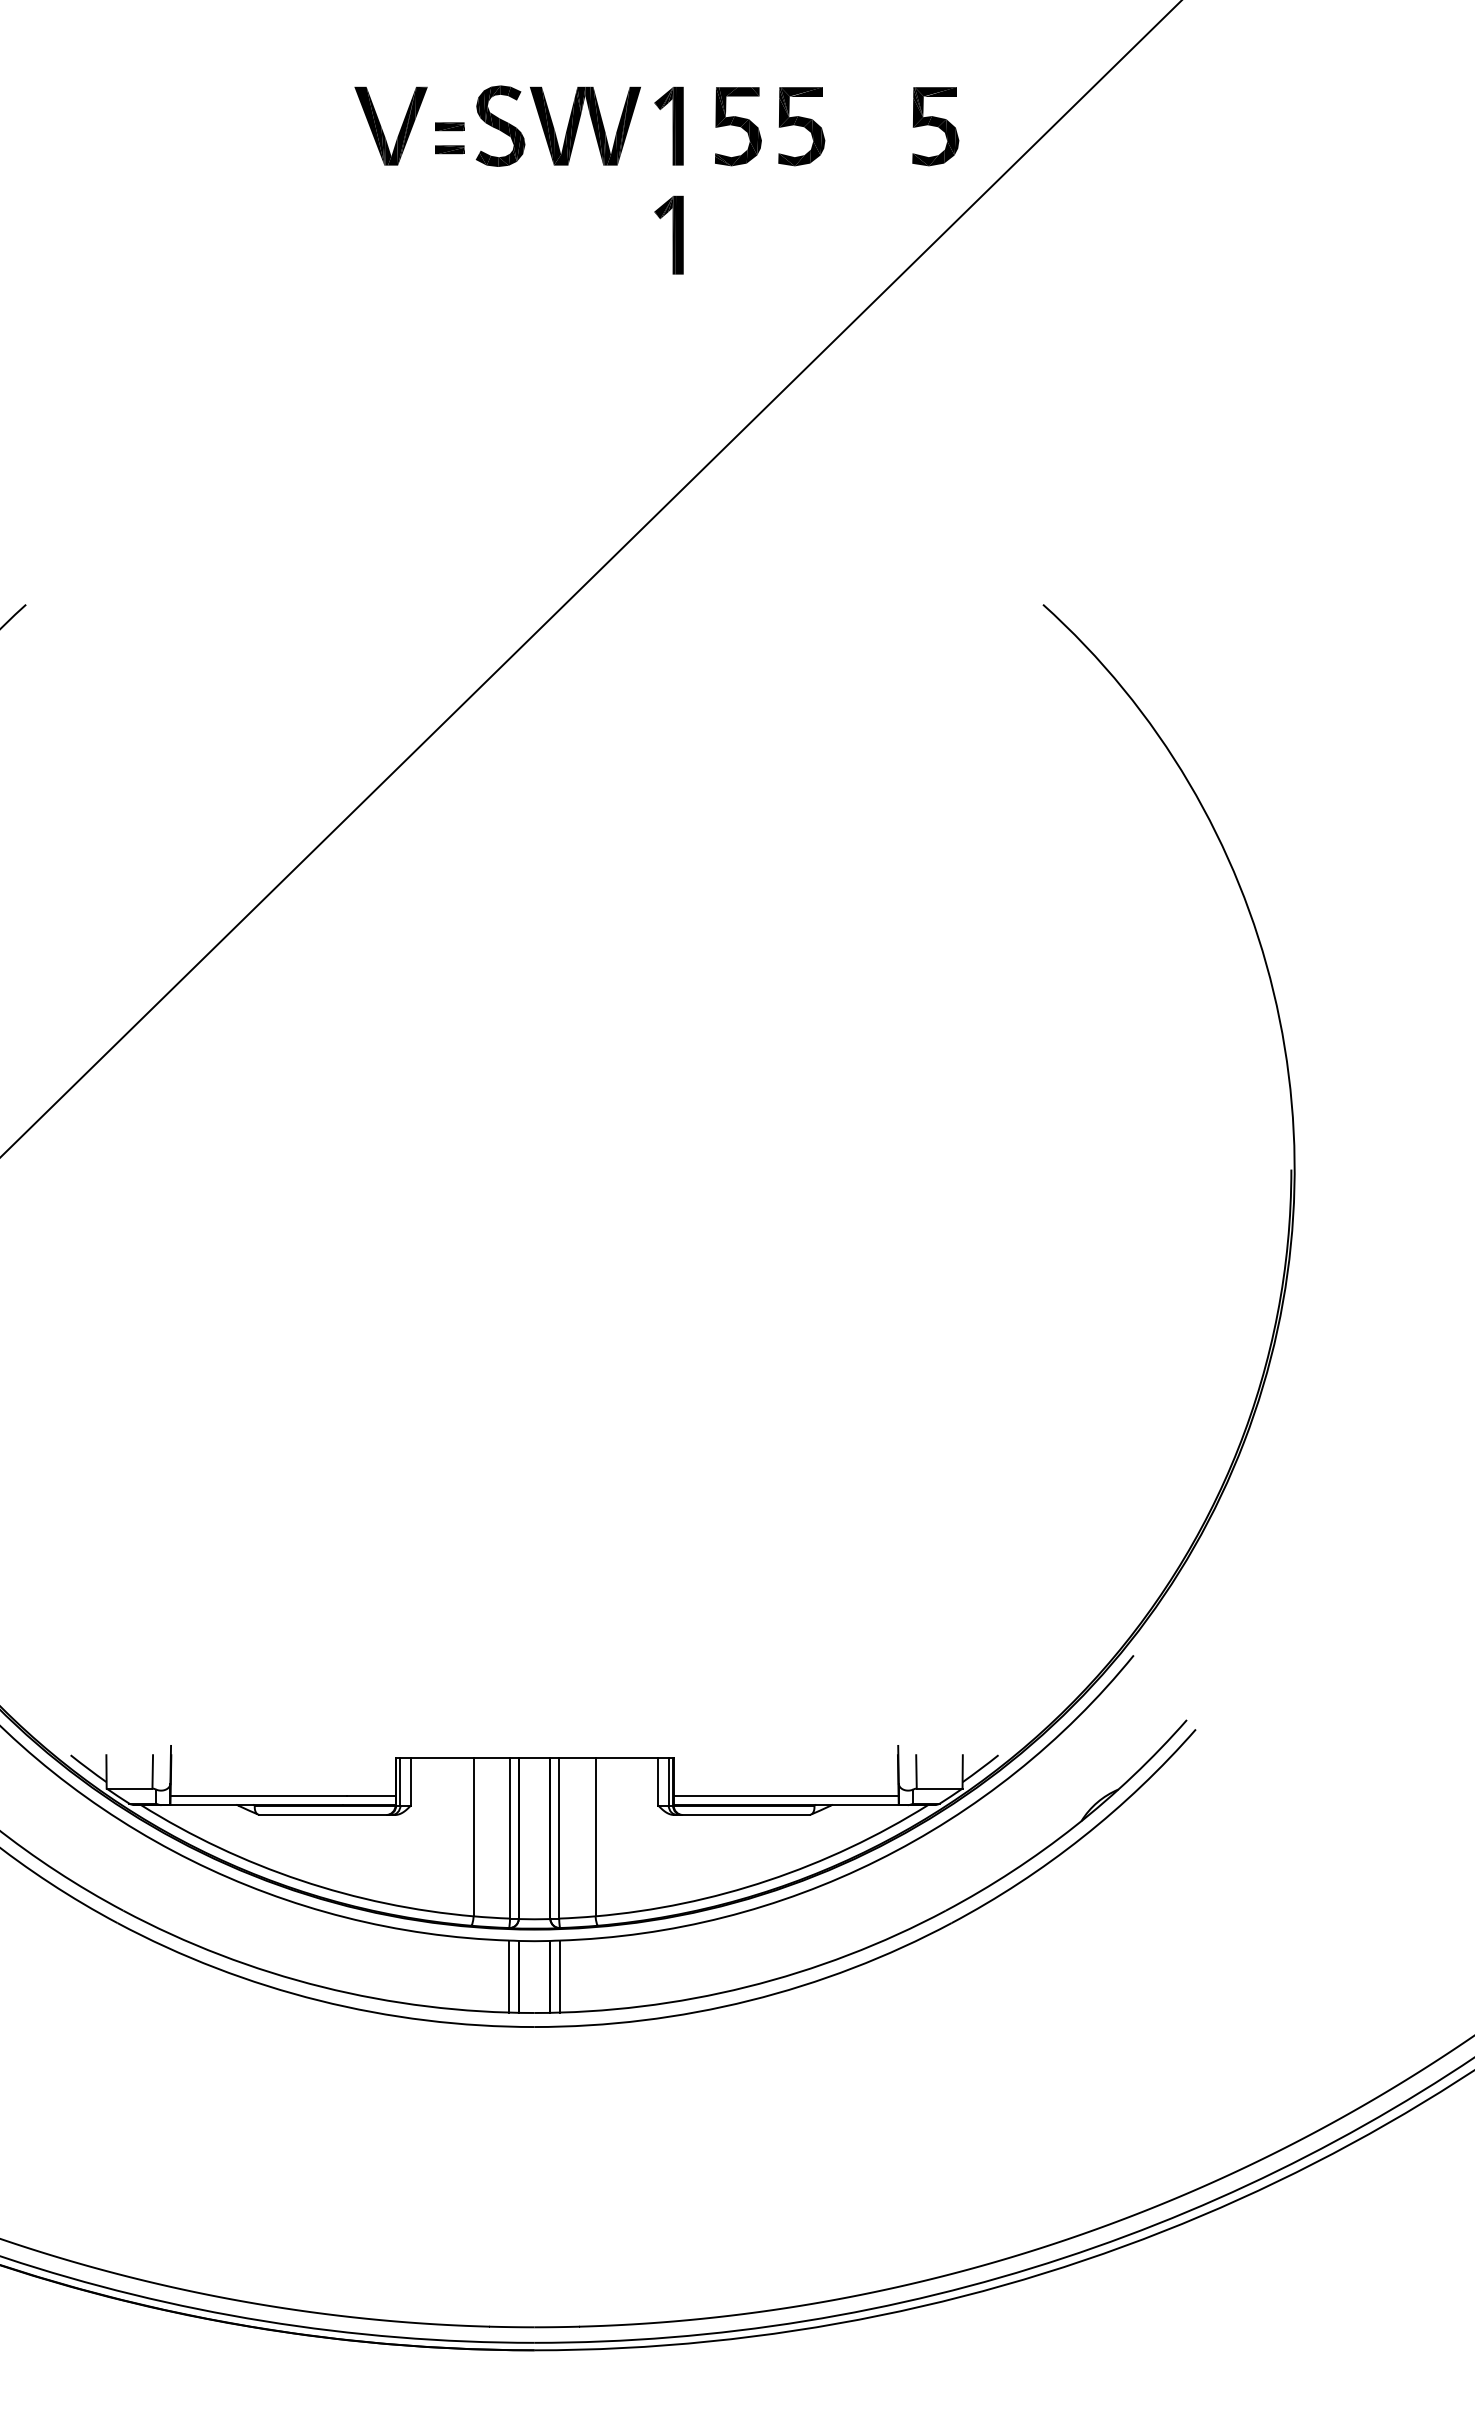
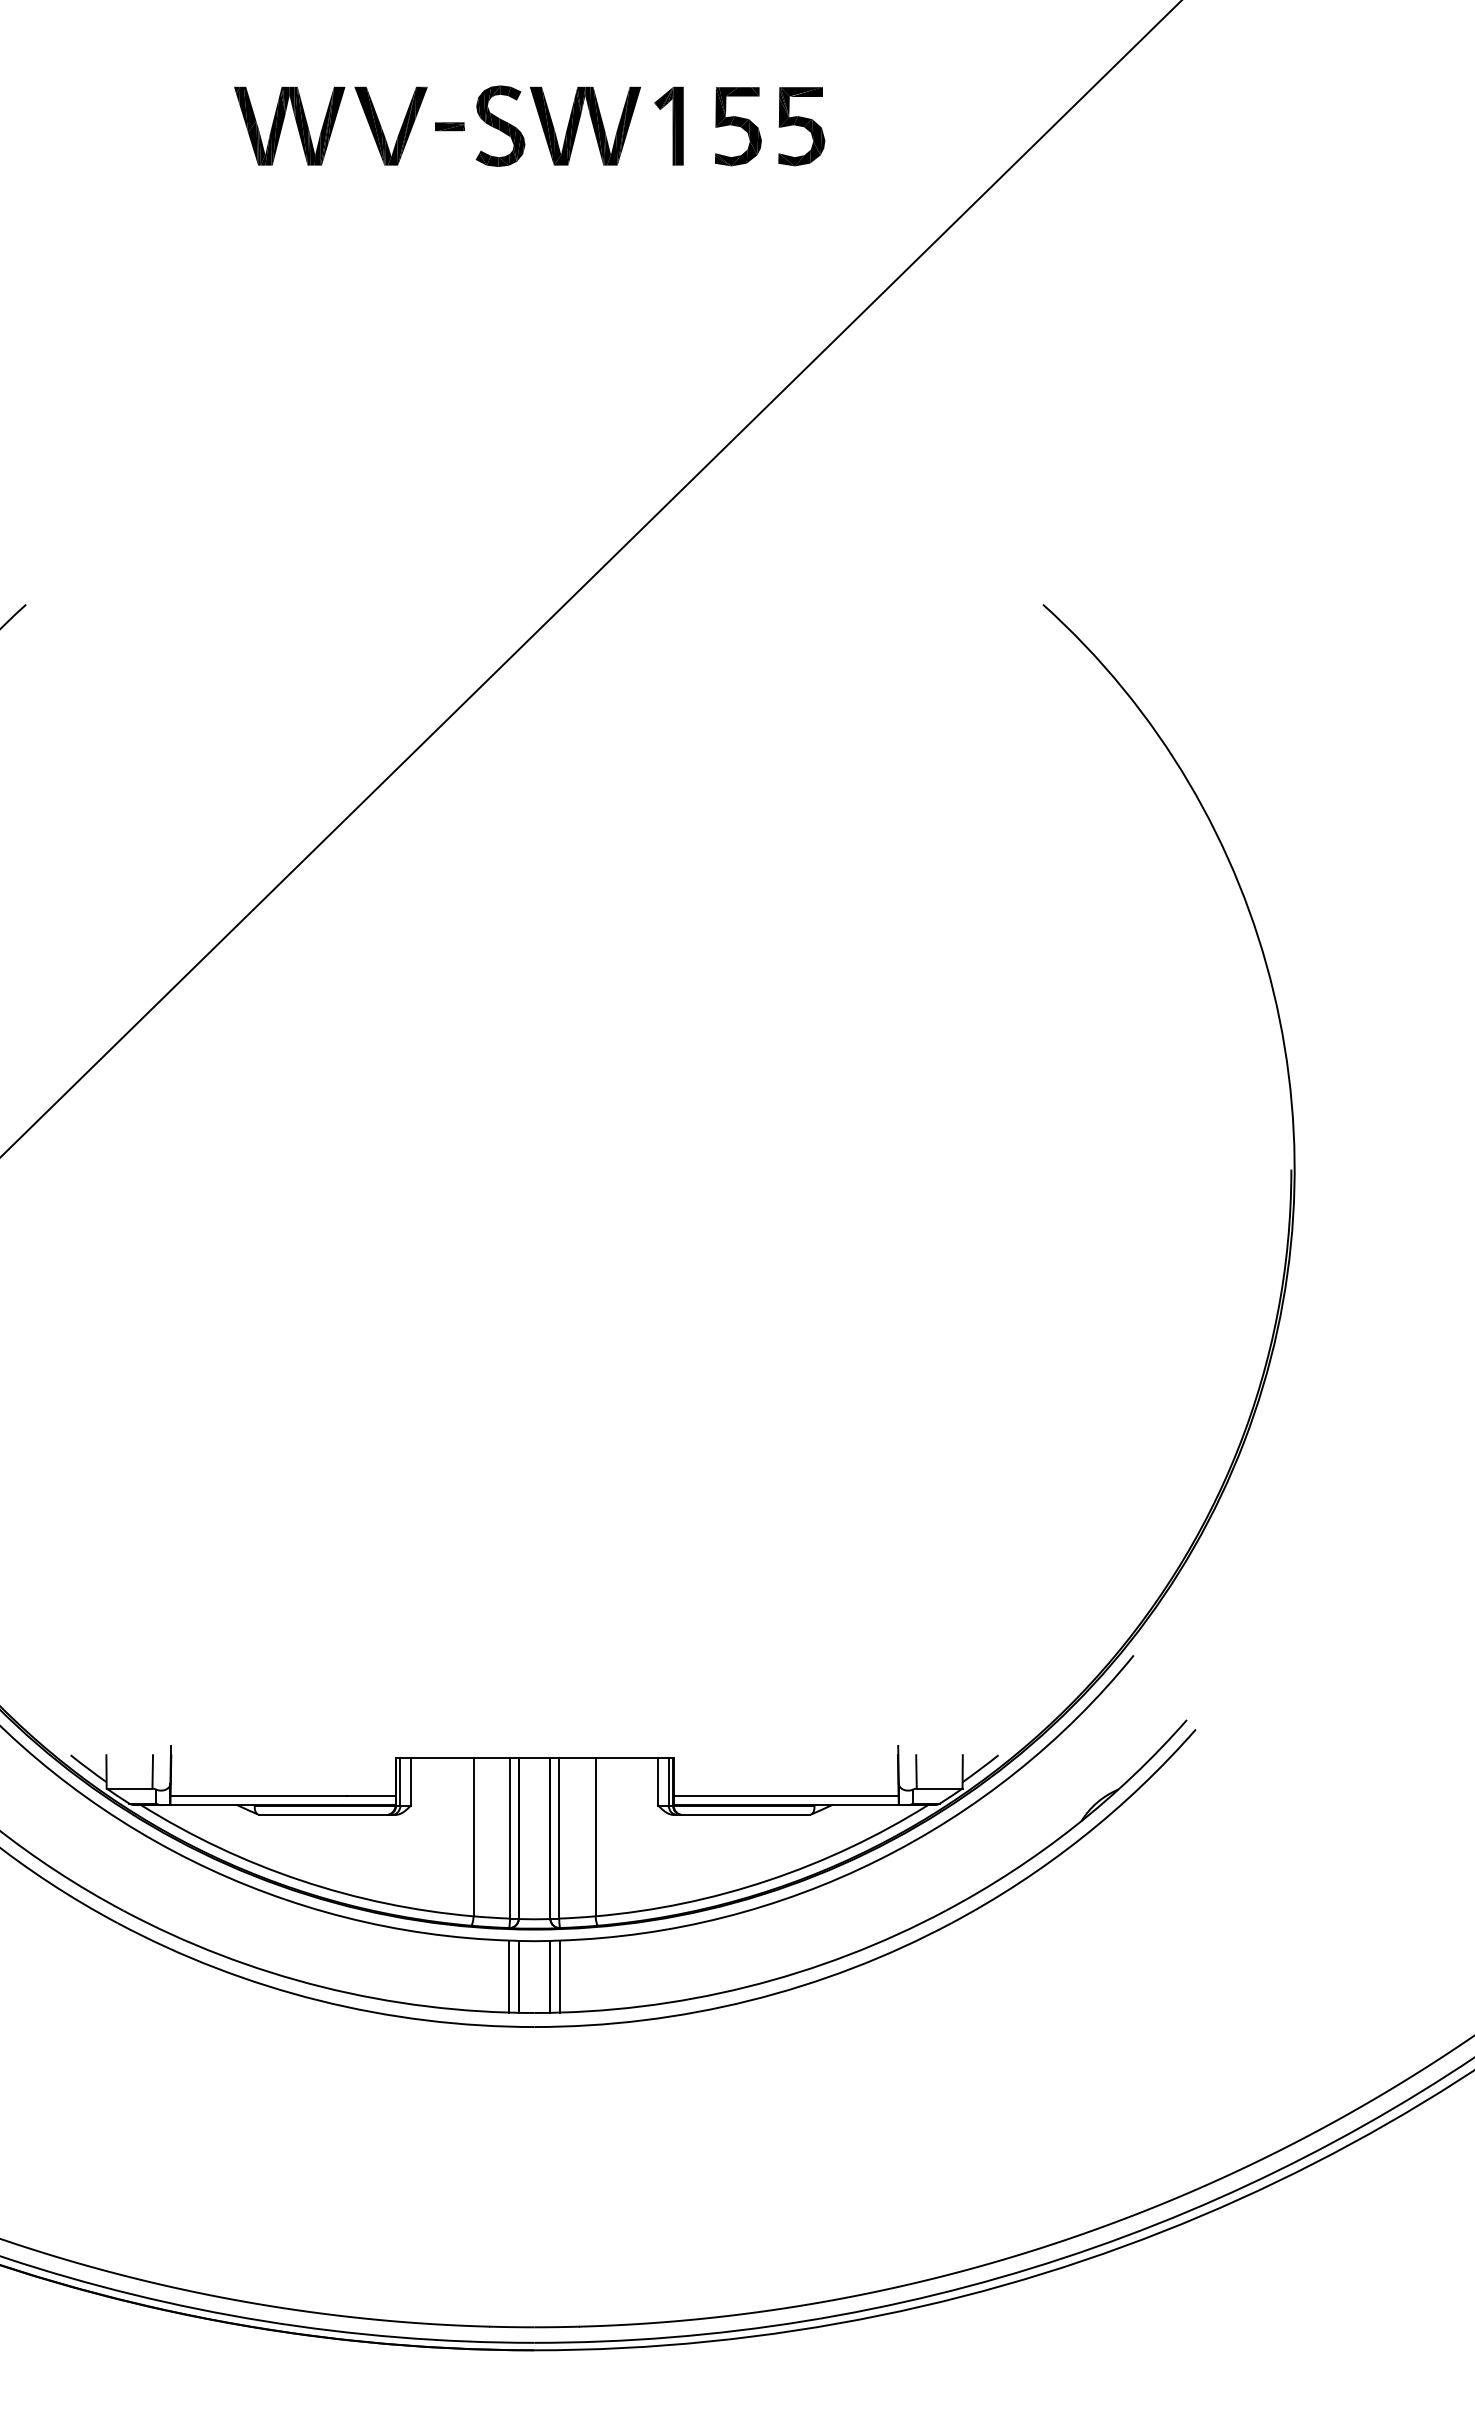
part at (283, 123): none -> present
part at (935, 126): present -> none
part at (449, 149): present -> none
part at (668, 234): present -> none
